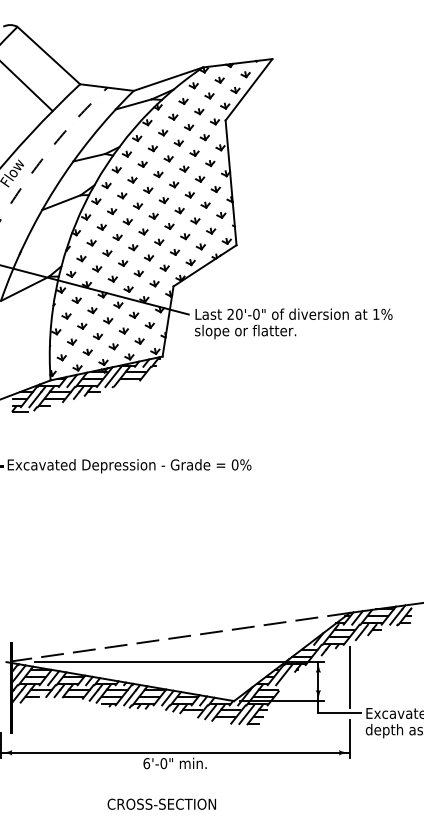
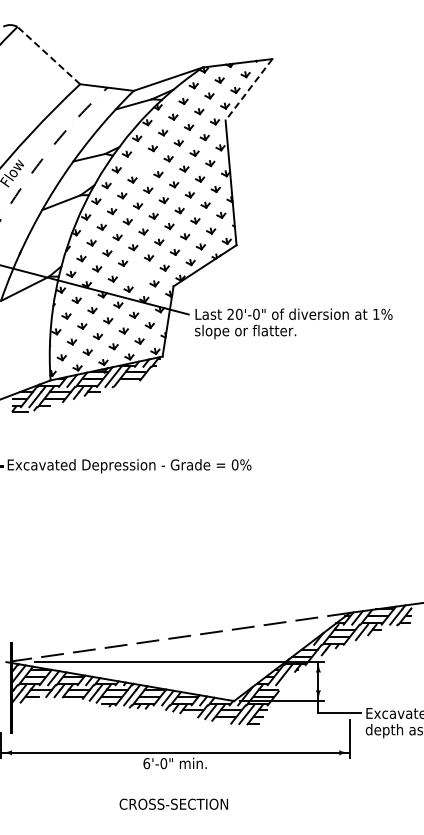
line at (48, 55): solid -> dashed
line at (27, 87): present -> none
line at (249, 89): solid -> dashed
part at (142, 164): present -> none
part at (138, 273): present -> none
line at (349, 677): present -> none
text at (161, 803) position: (161, 803) -> (173, 803)
